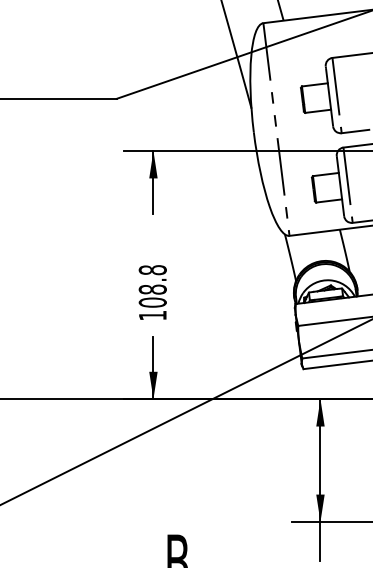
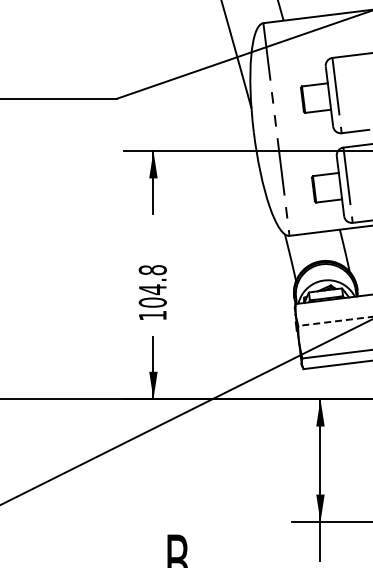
text at (152, 289): 108.8 -> 104.8
line at (335, 321): solid -> dashed
